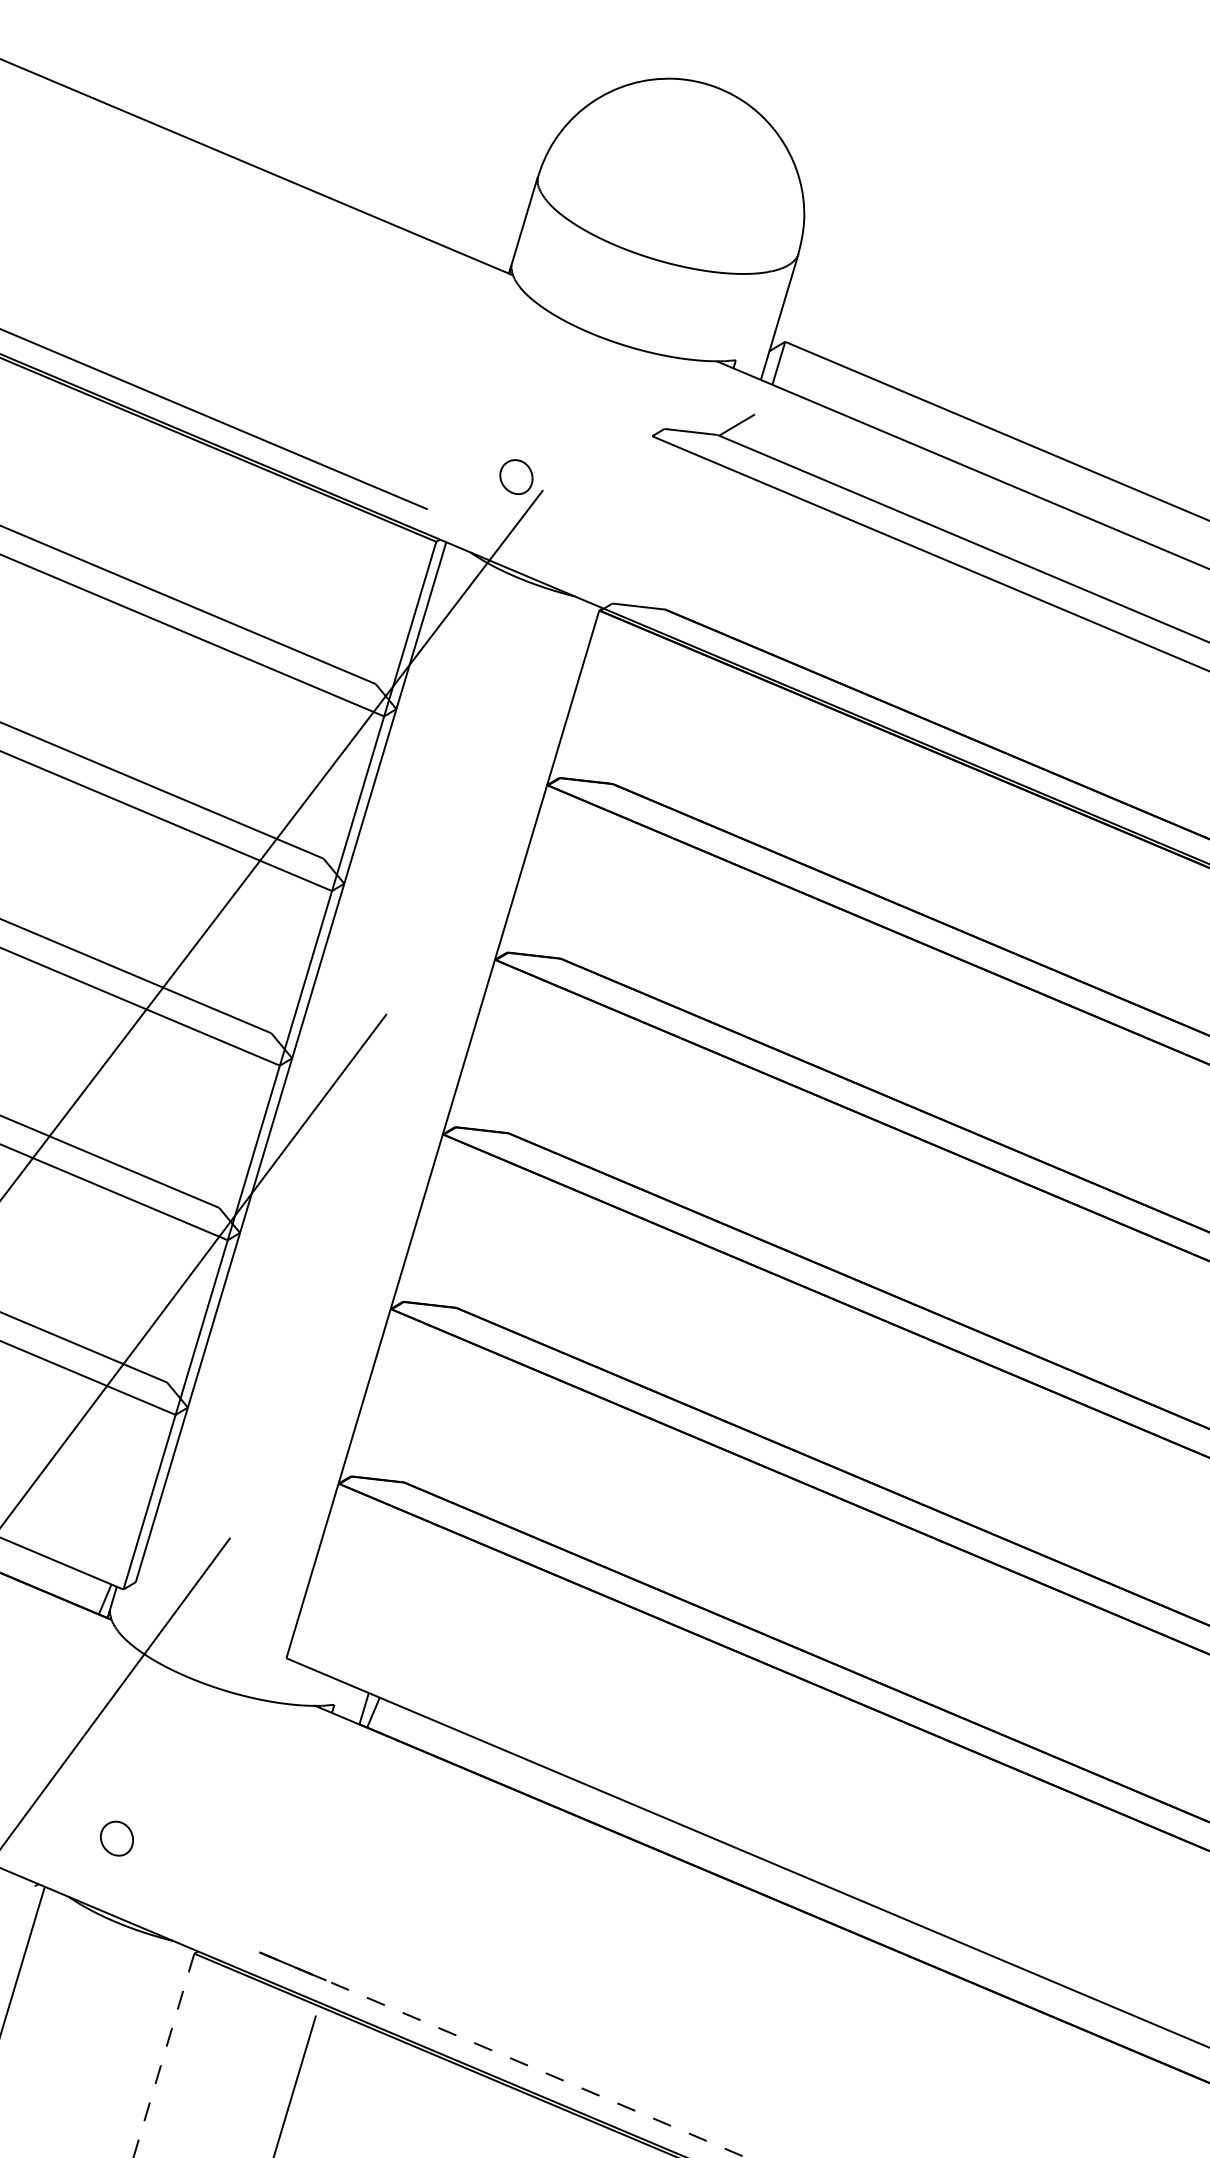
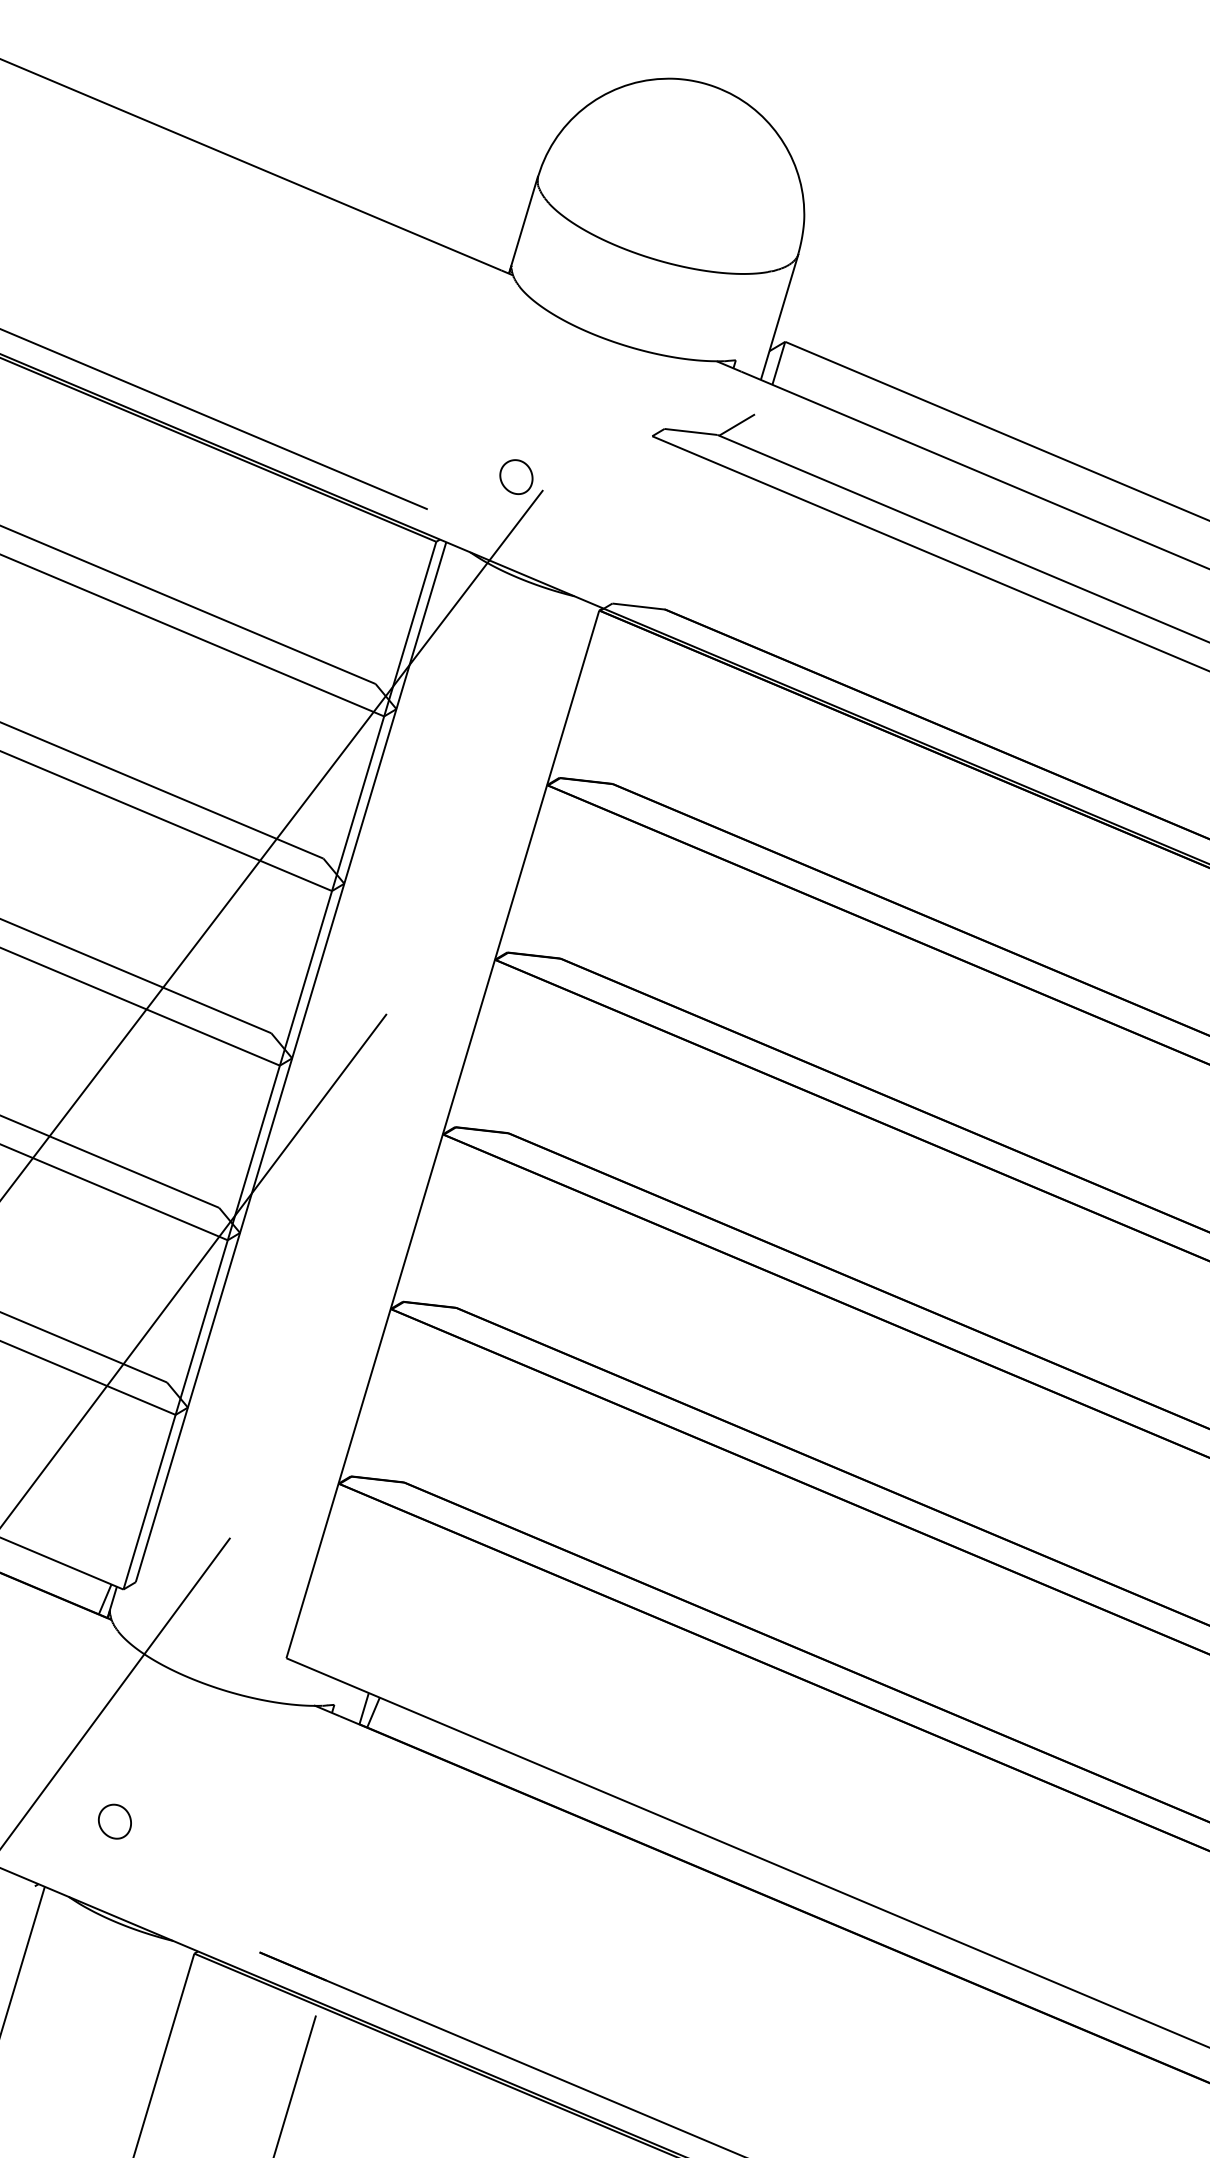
part at (116, 1838) position: (116, 1838) -> (114, 1821)
line at (503, 2055): dashed -> solid
line at (163, 2056): dashed -> solid
